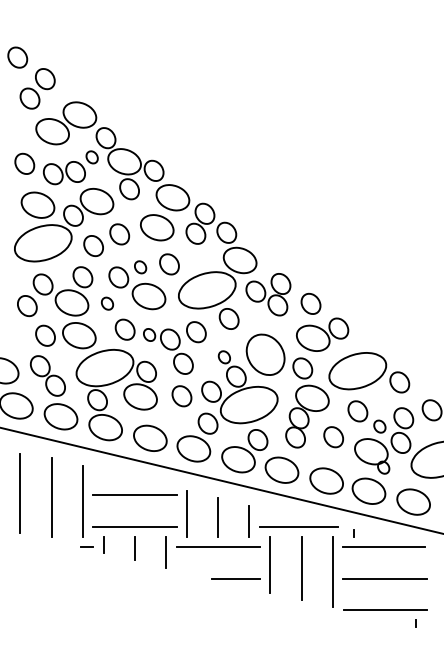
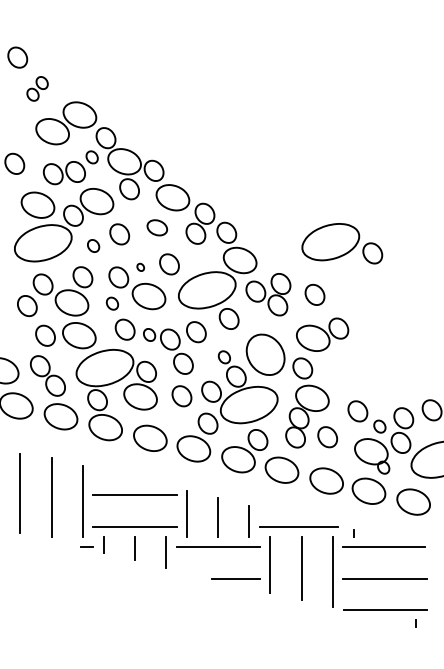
part at (37, 88) size: 37x42 px -> 23x26 px
part at (24, 163) position: (24, 163) -> (14, 163)
part at (157, 227) size: 35x28 px -> 23x18 px
part at (93, 245) size: 21x22 px -> 14x14 px
part at (140, 267) size: 14x15 px -> 9x10 px
part at (107, 303) position: (107, 303) -> (112, 303)
part at (310, 303) position: (310, 303) -> (314, 294)
part at (369, 372) position: (369, 372) -> (342, 243)
part at (333, 437) position: (333, 437) -> (327, 437)
line at (221, 480): present -> none
